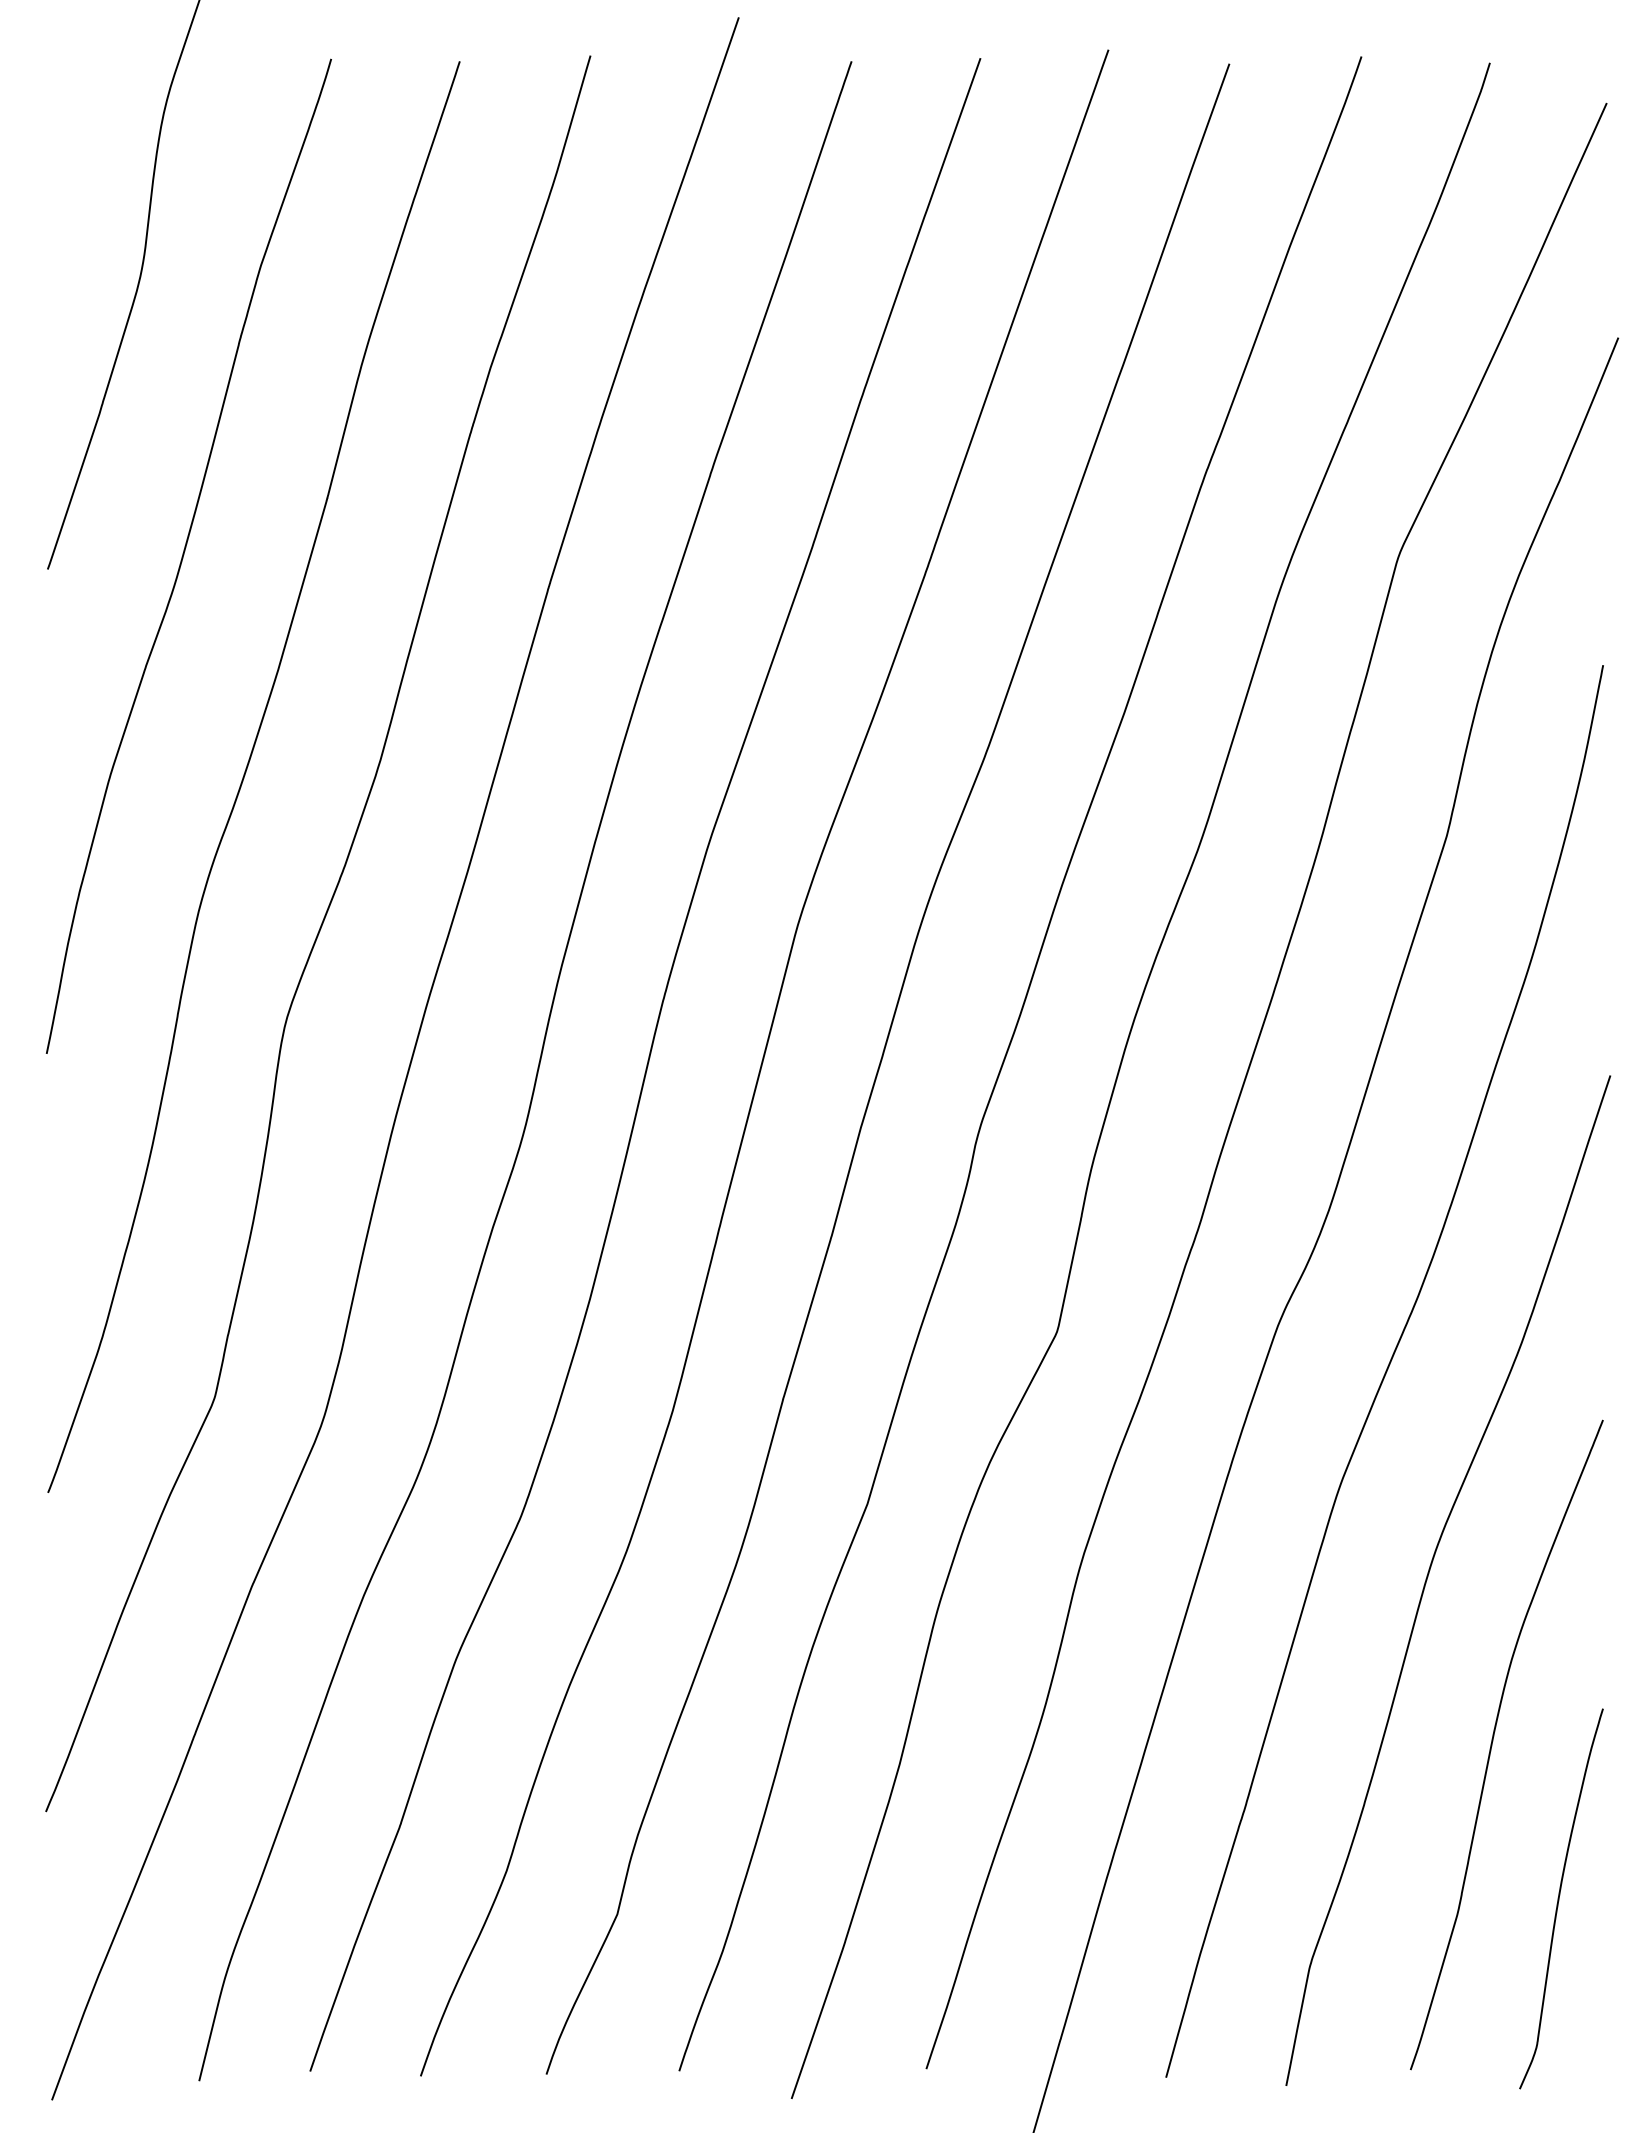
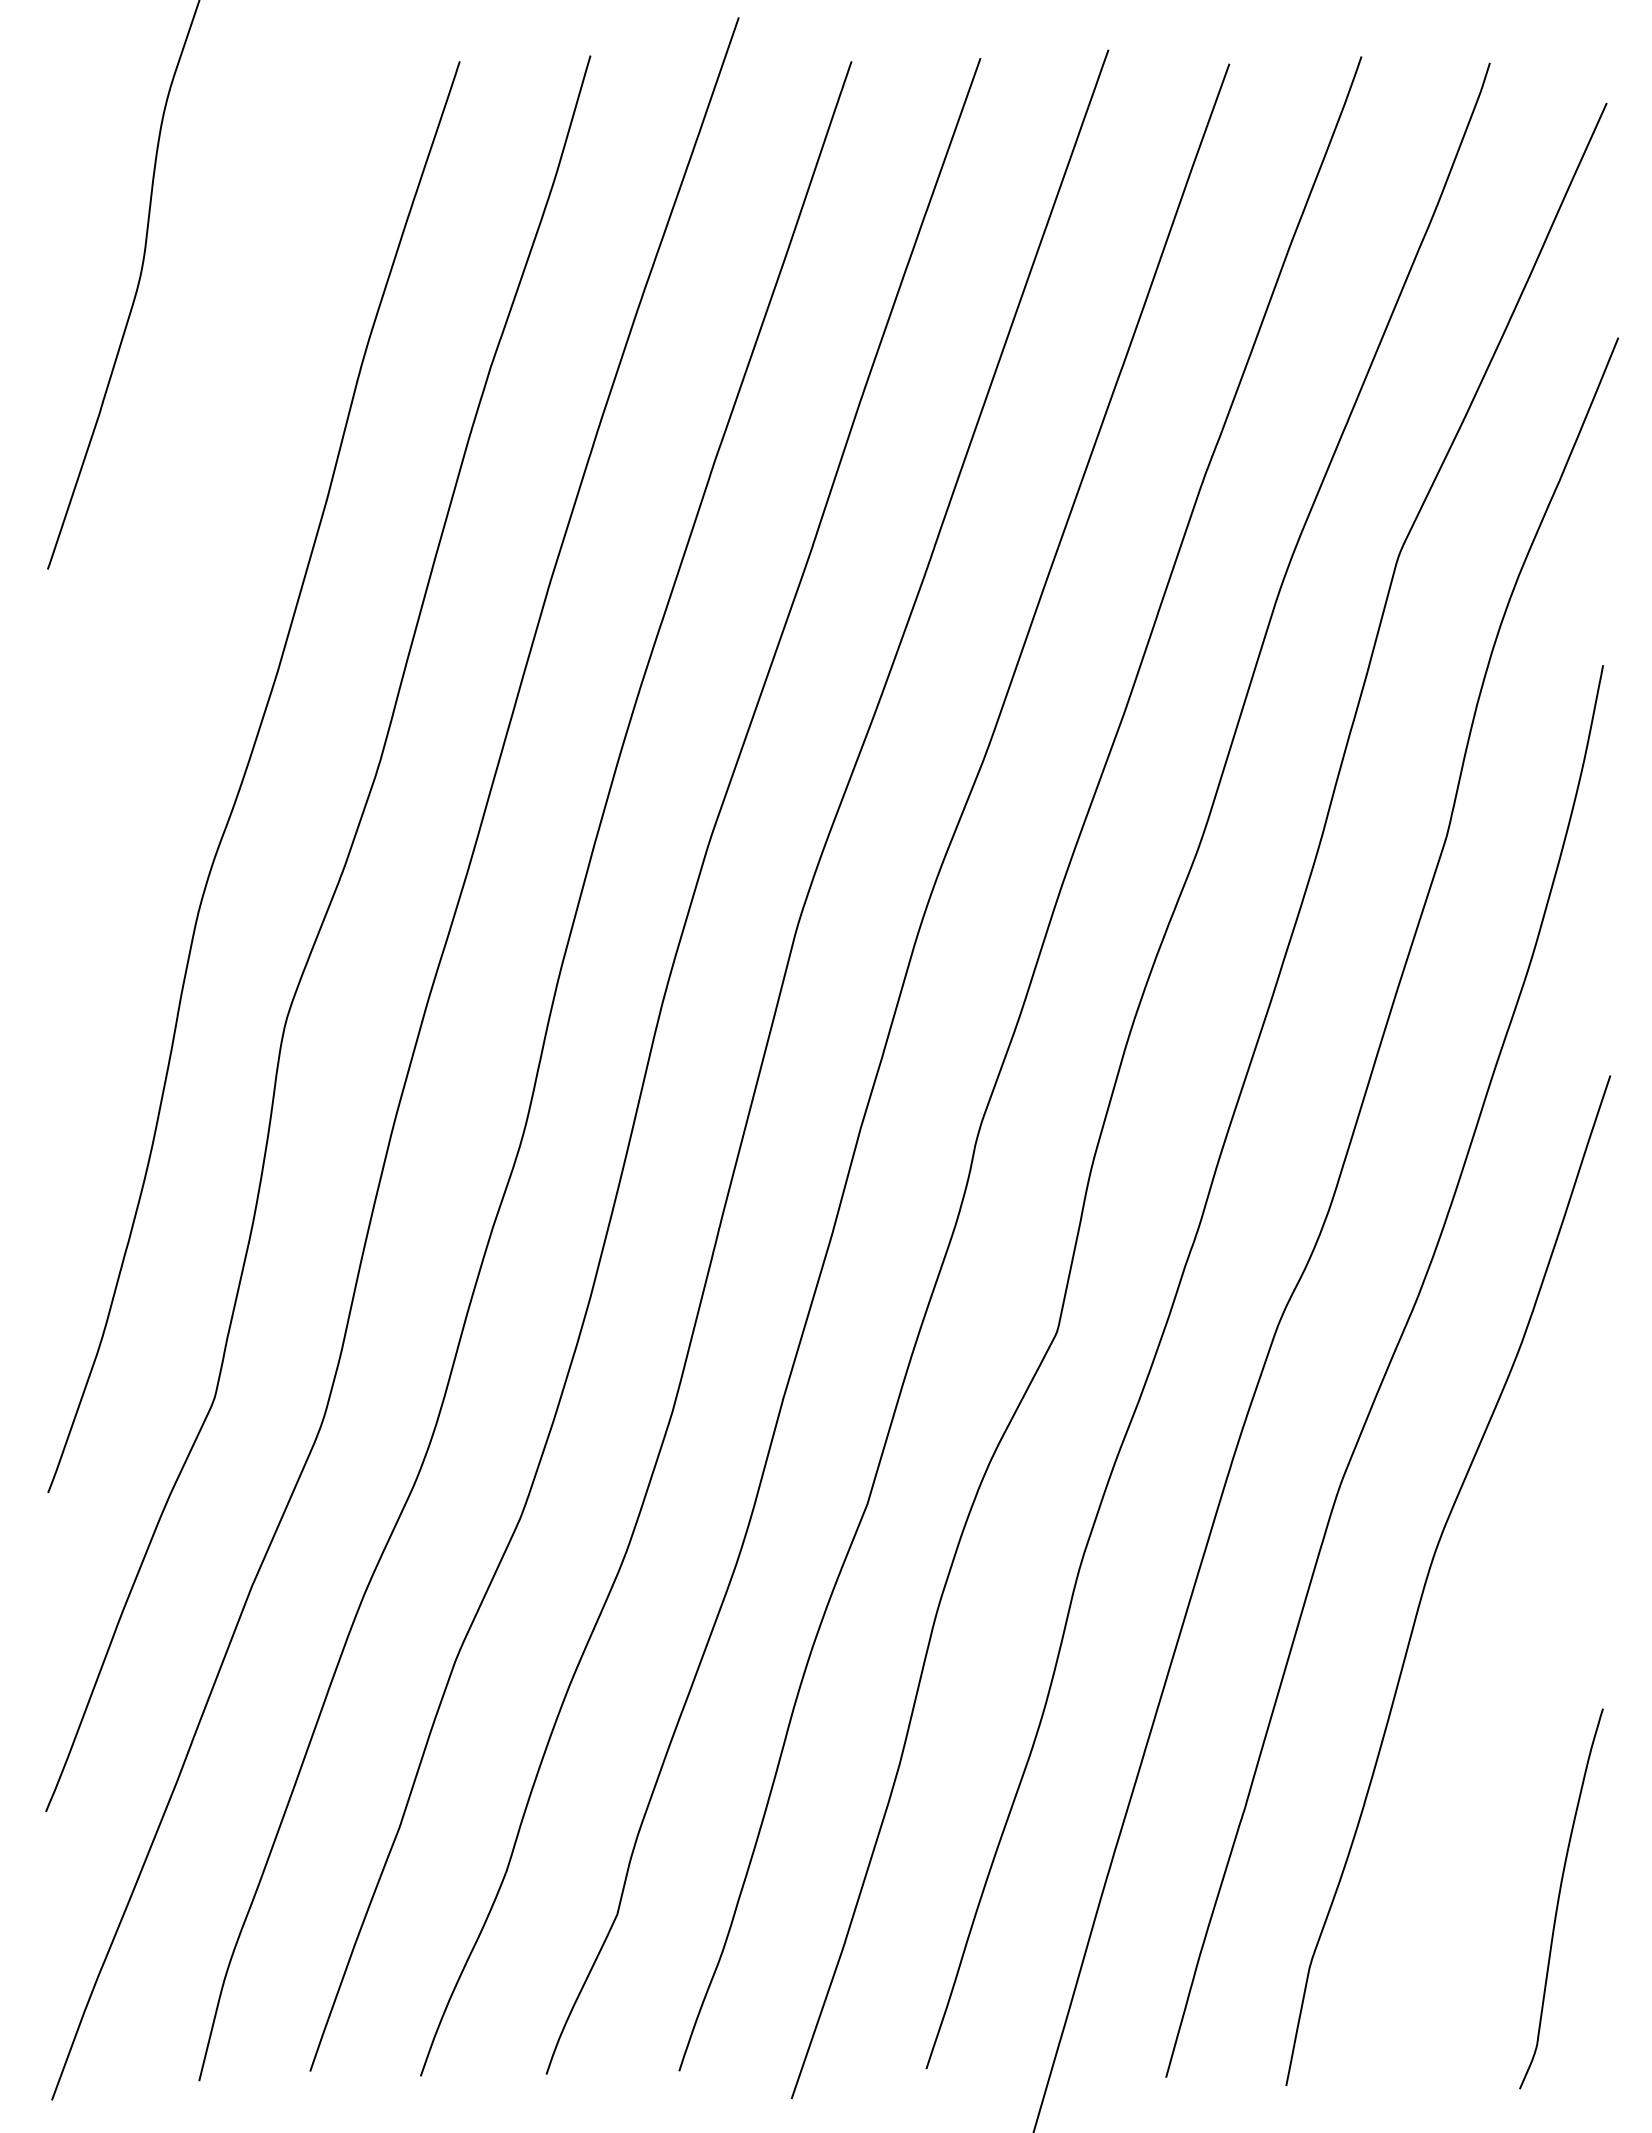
curve at (184, 555): present -> none
curve at (1493, 1741): present -> none
